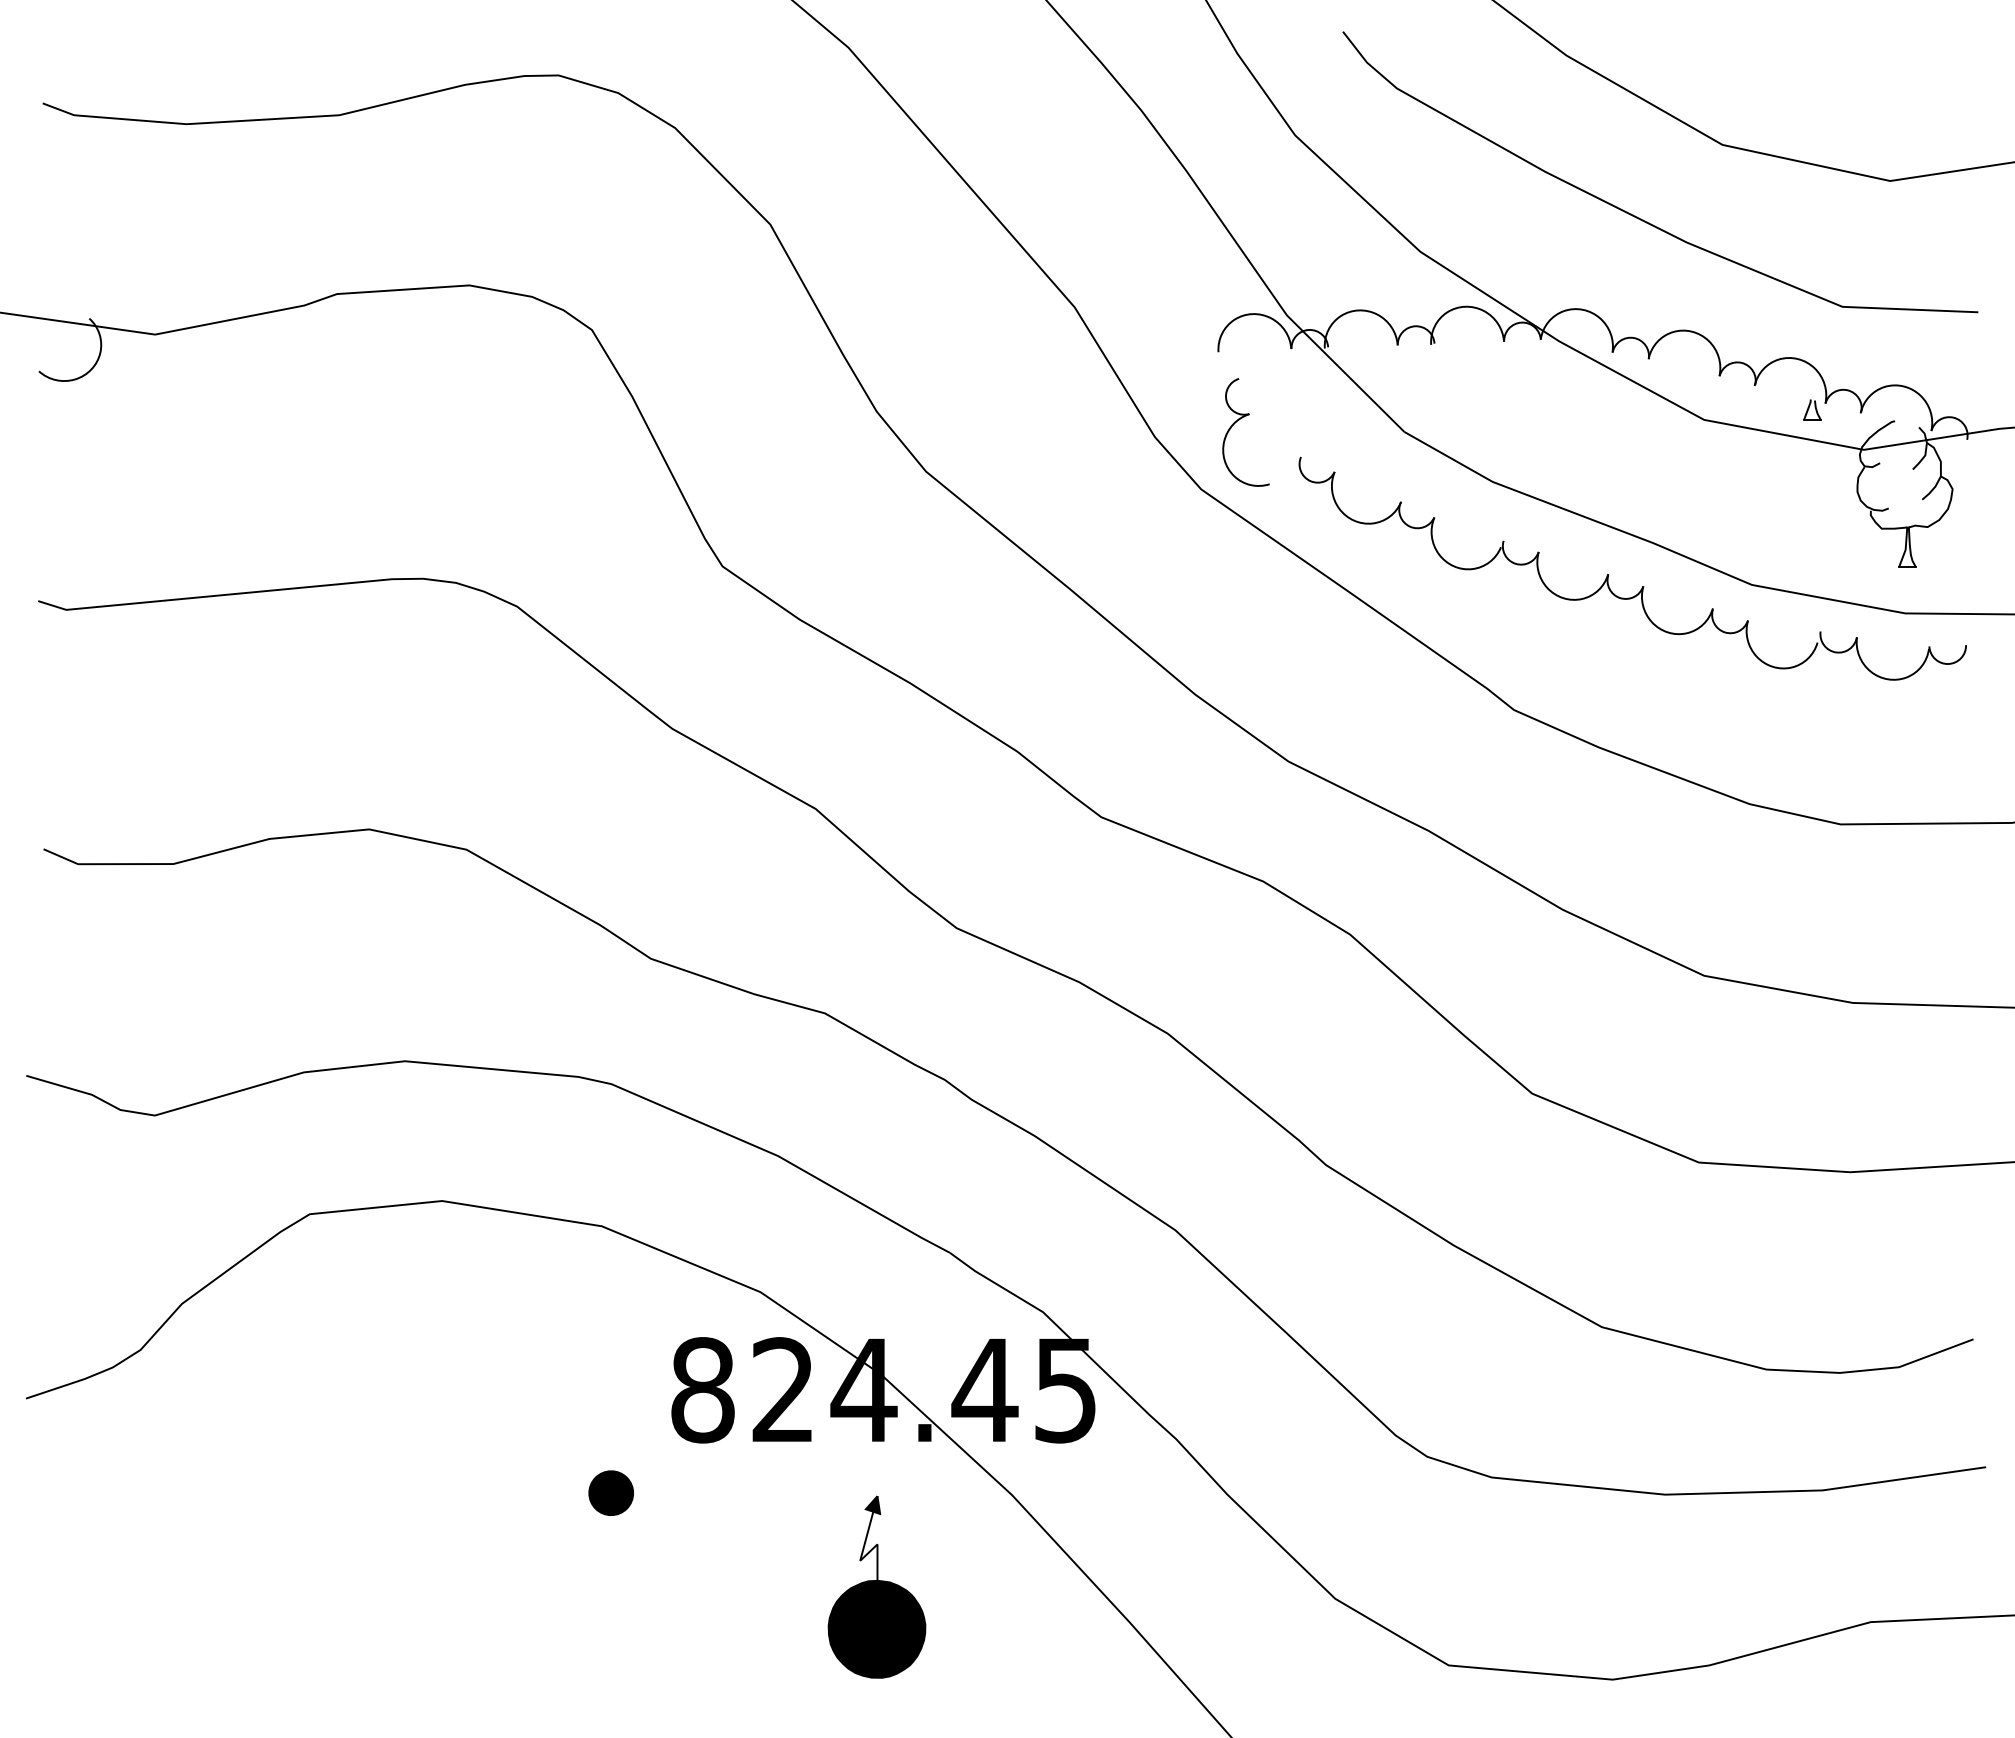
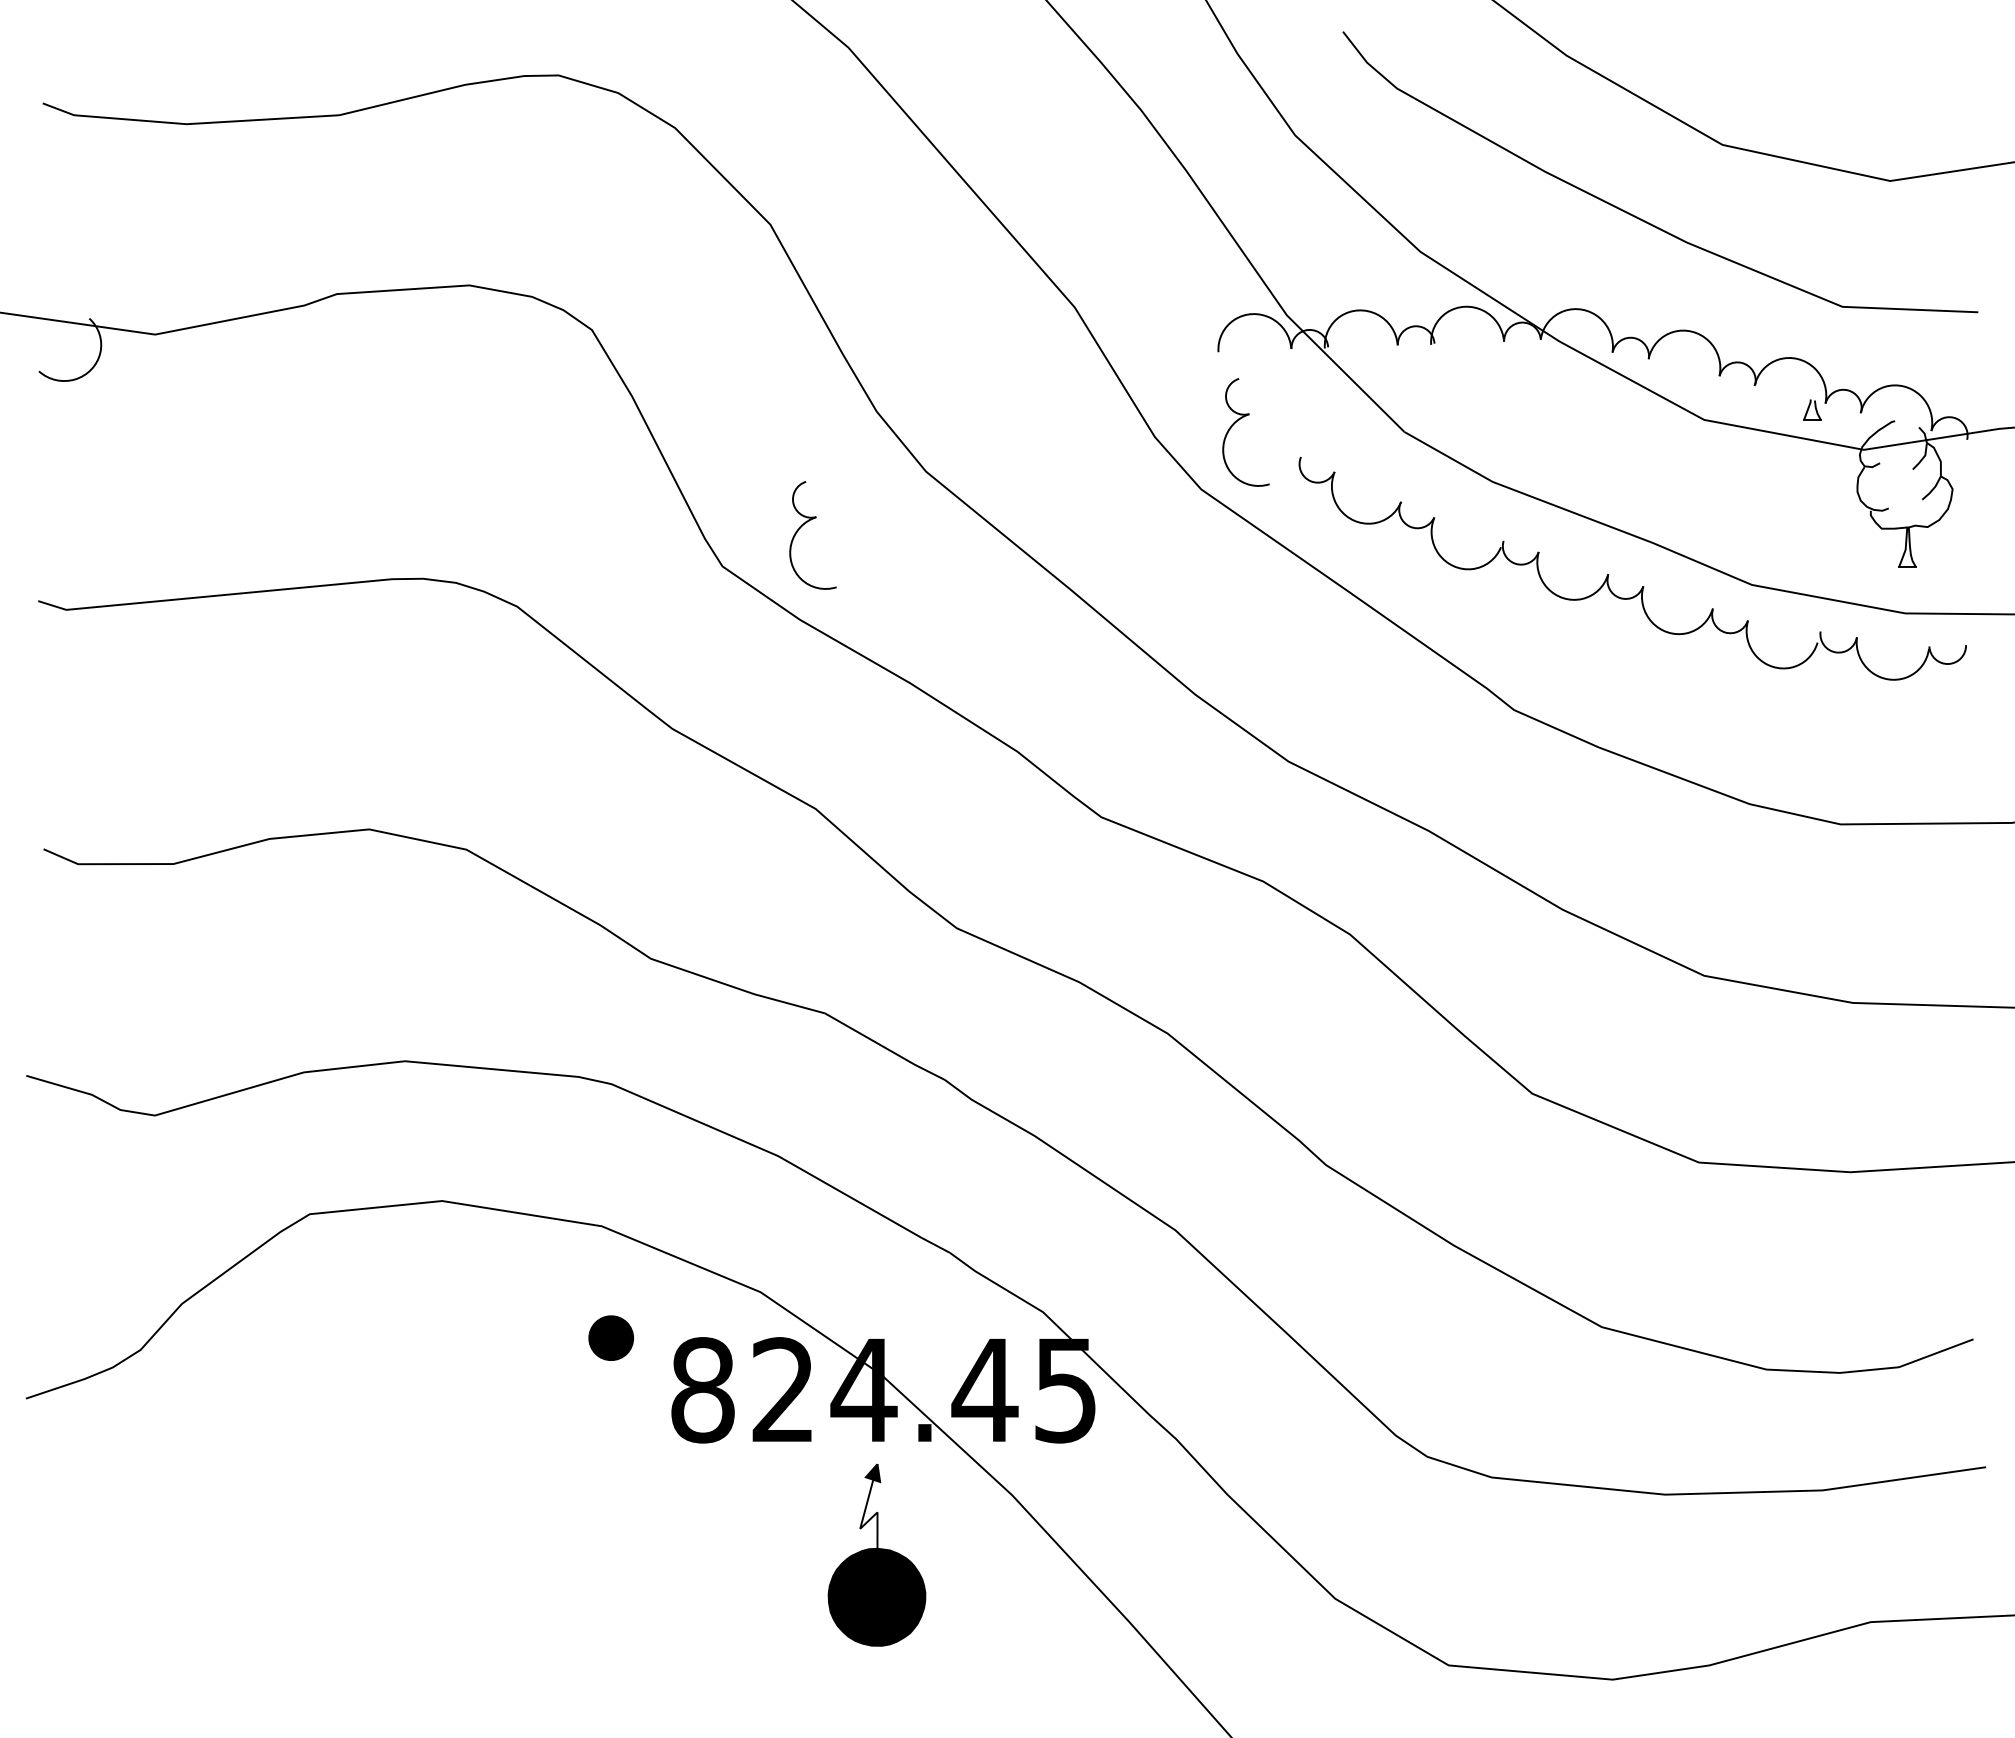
part at (806, 523): none -> present
part at (610, 1492) position: (610, 1492) -> (610, 1337)
part at (876, 1586) position: (876, 1586) -> (876, 1554)
